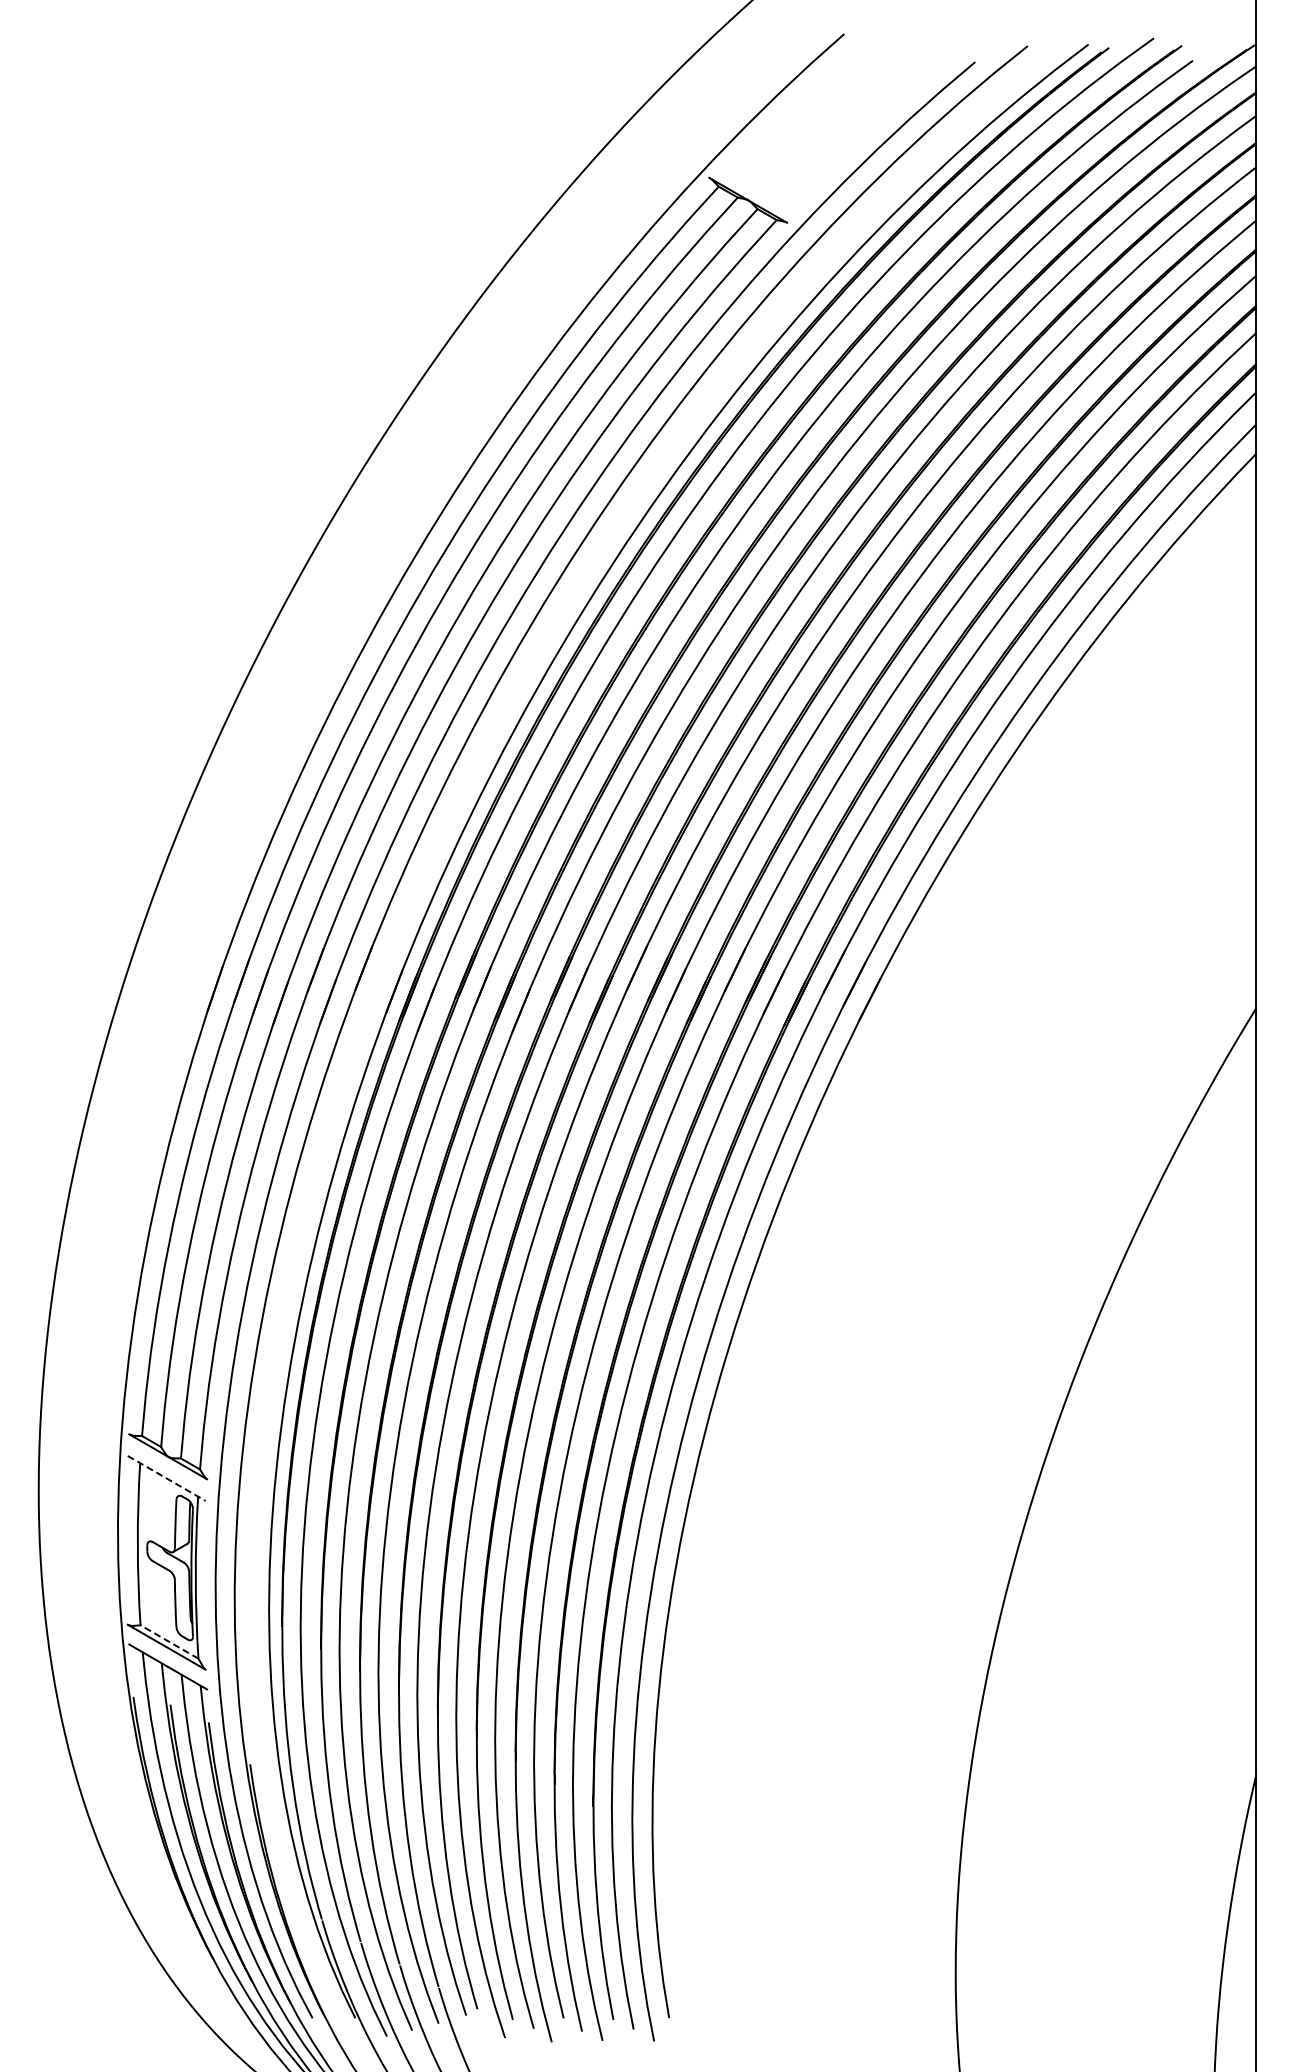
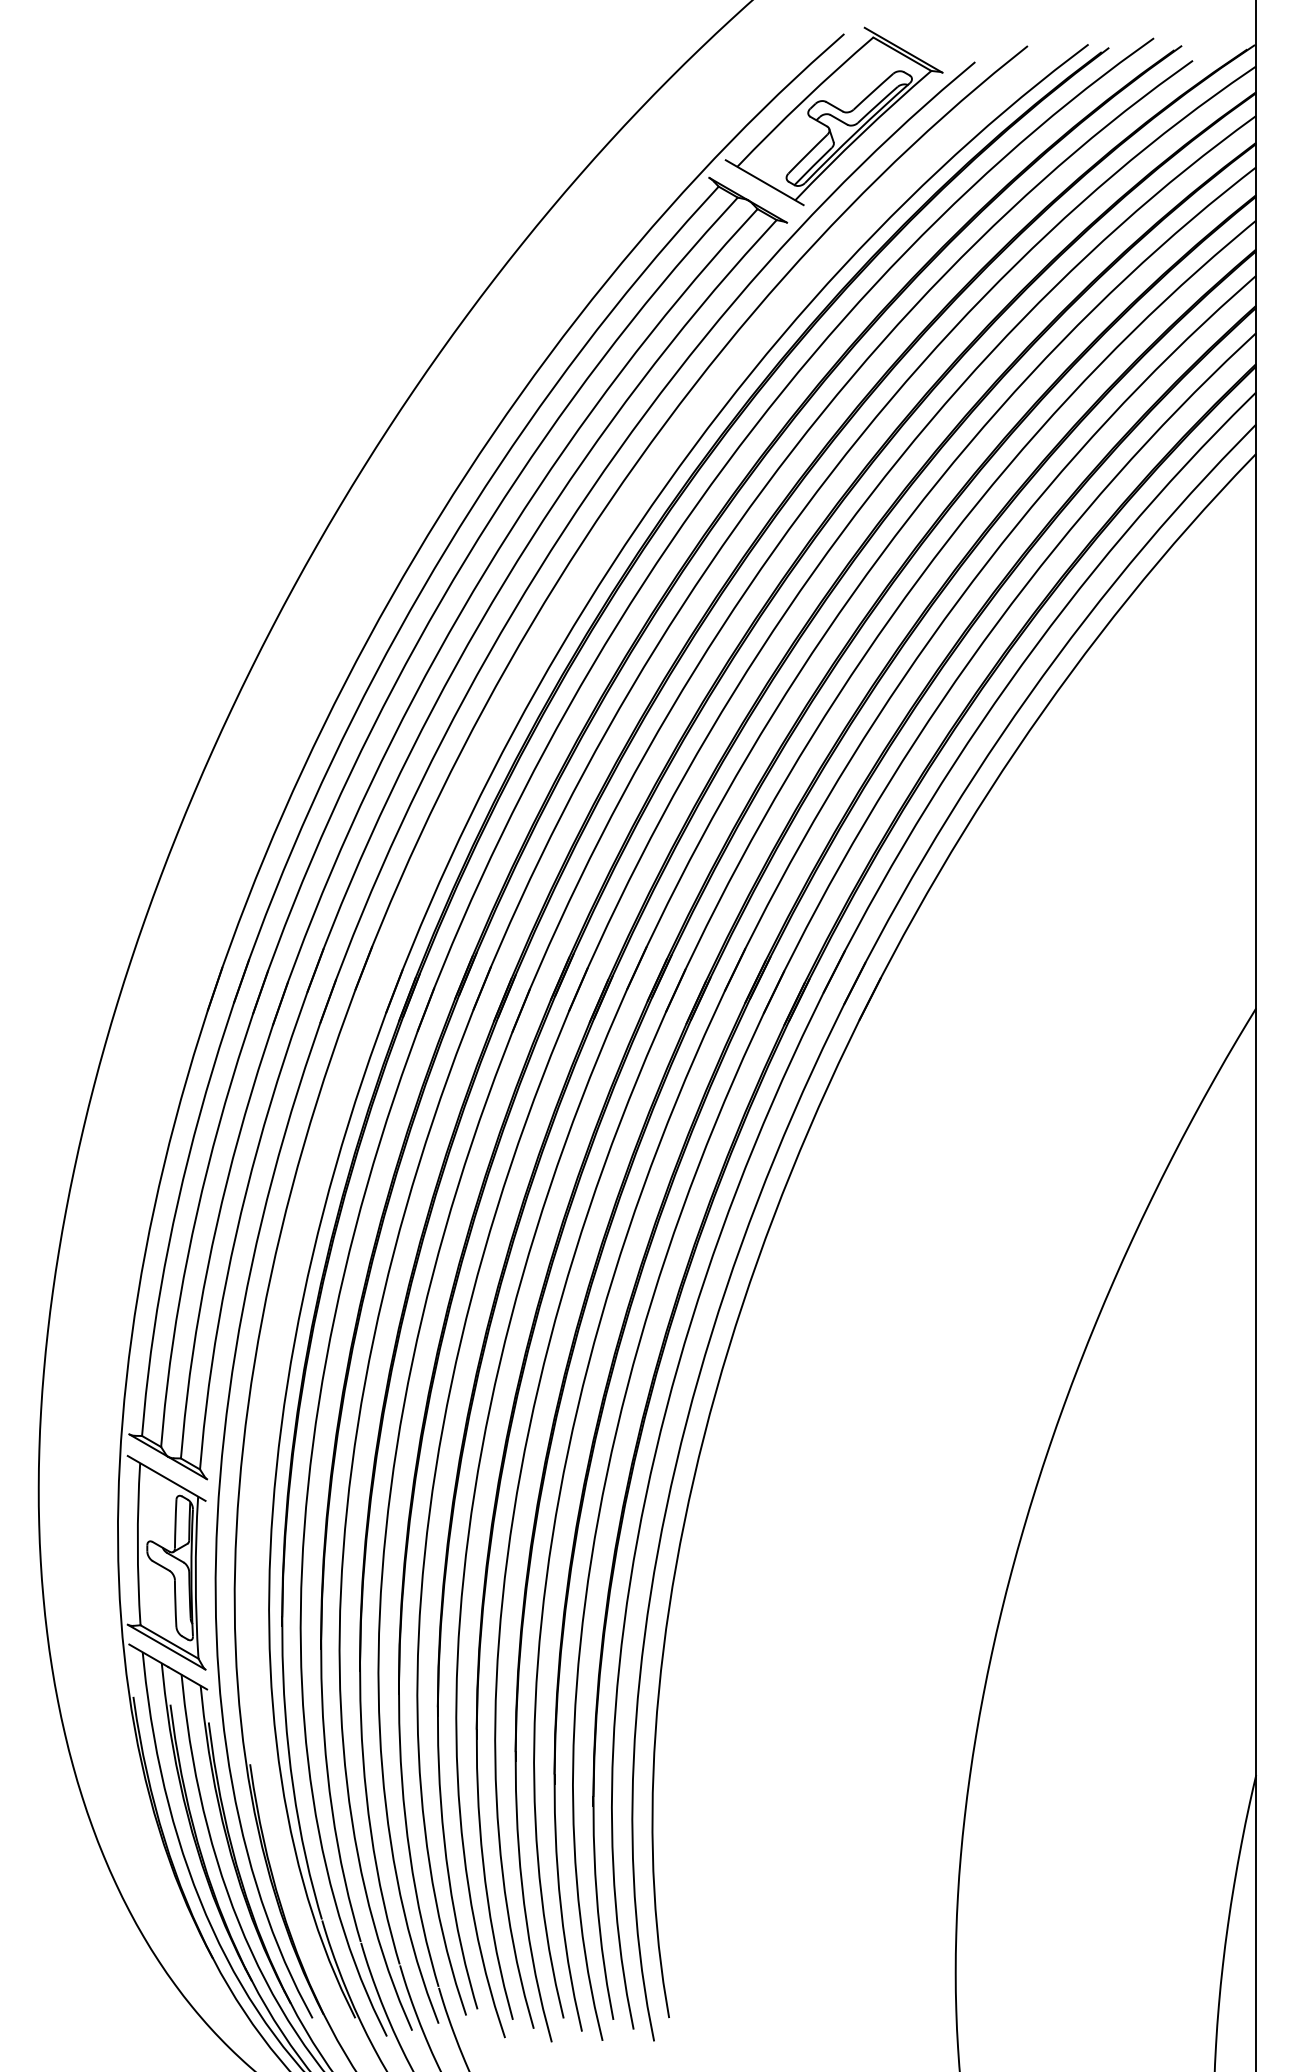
part at (833, 116): none -> present
line at (166, 1478): dashed -> solid
line at (169, 1641): dashed -> solid
